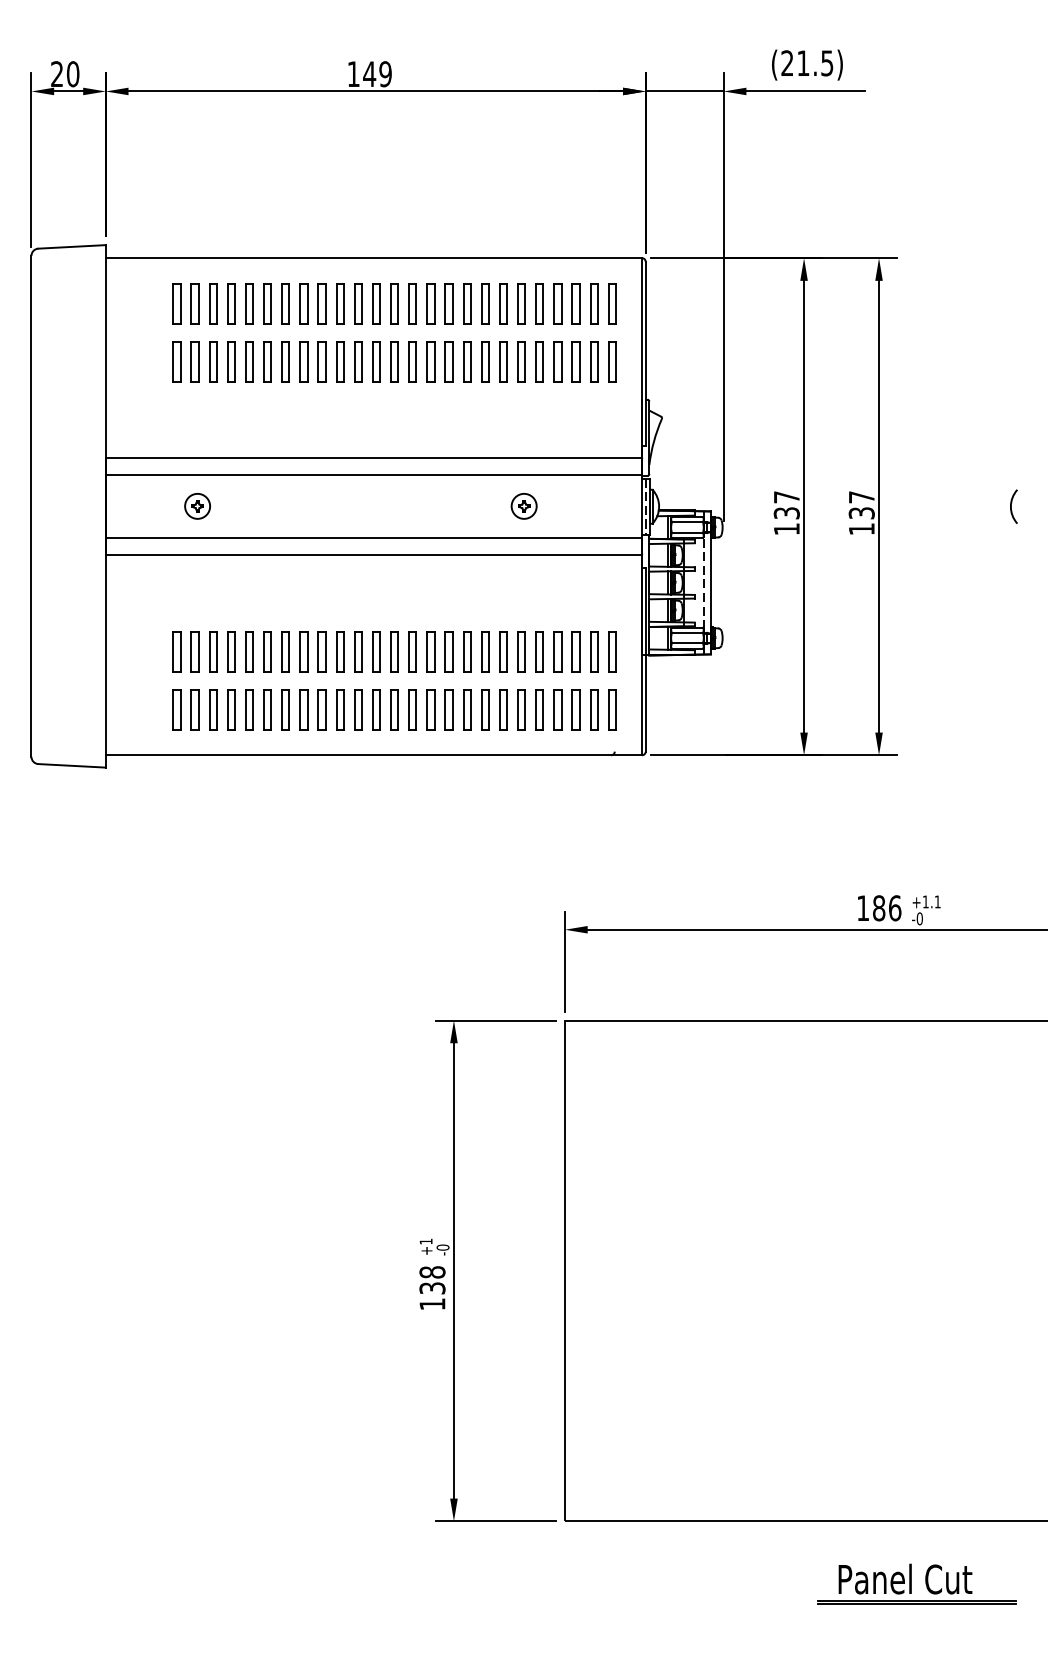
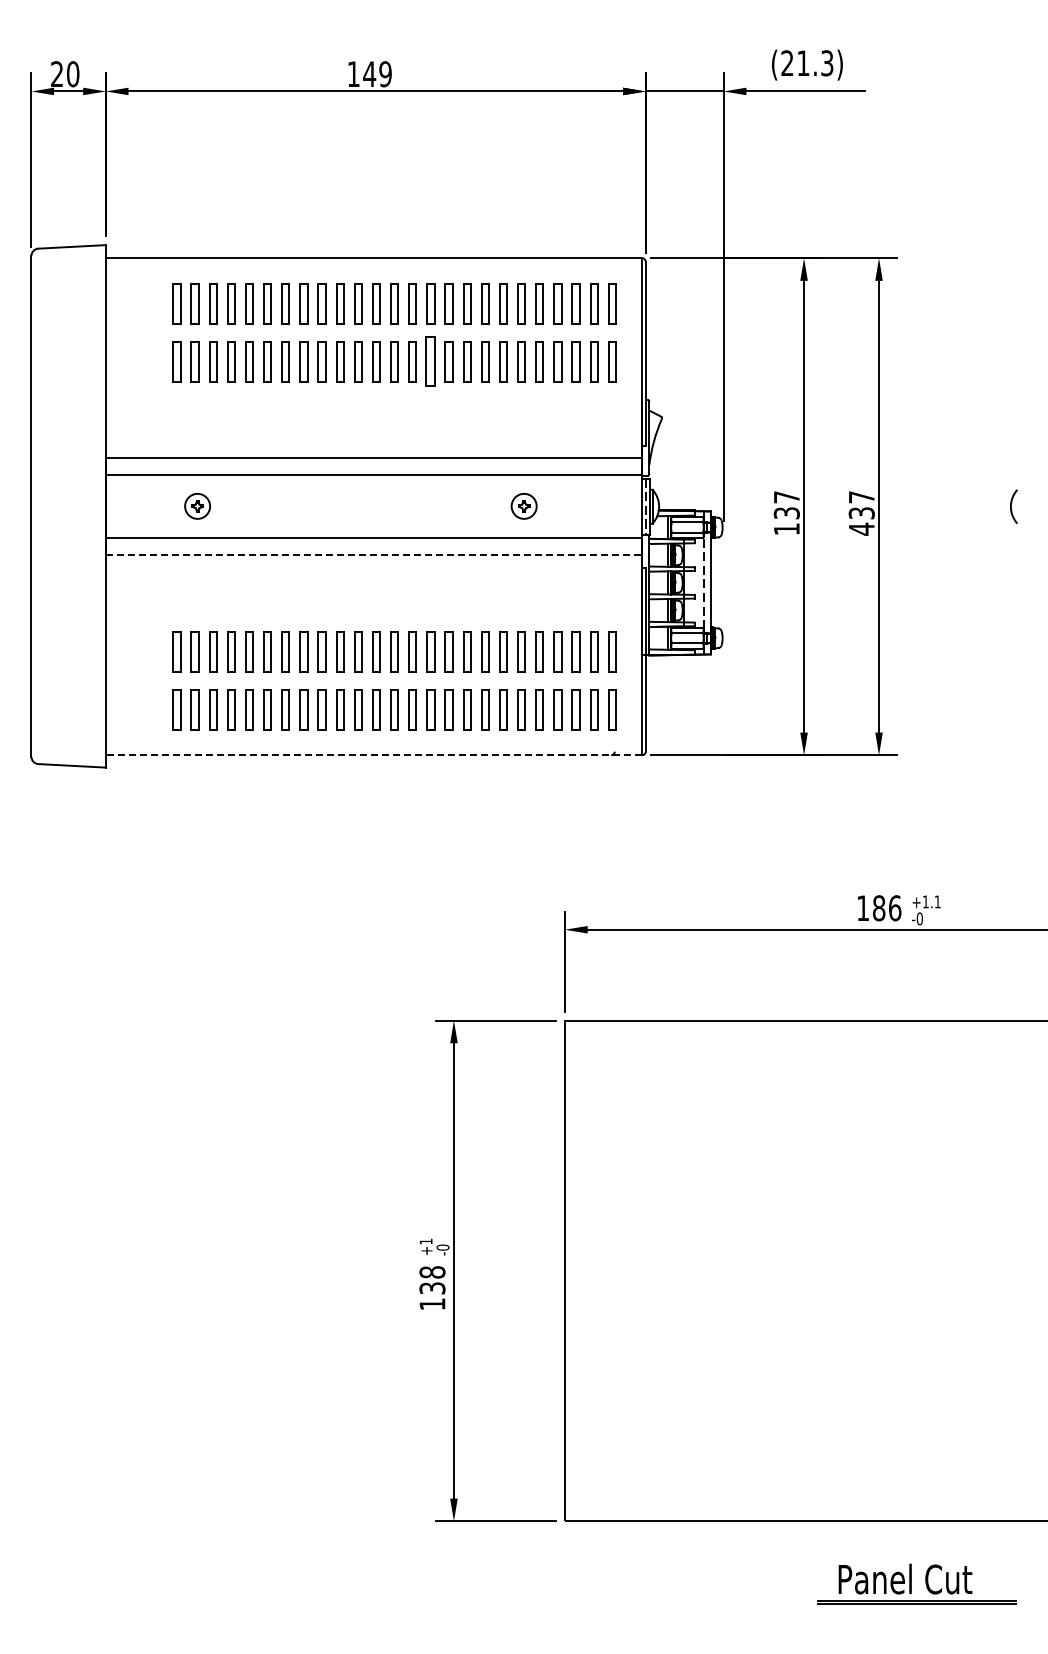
text at (827, 62): (21.5) -> (21.3)
part at (430, 361) size: 10x42 px -> 11x51 px
text at (861, 528): 137 -> 437
line at (373, 554): solid -> dashed
line at (373, 755): solid -> dashed
